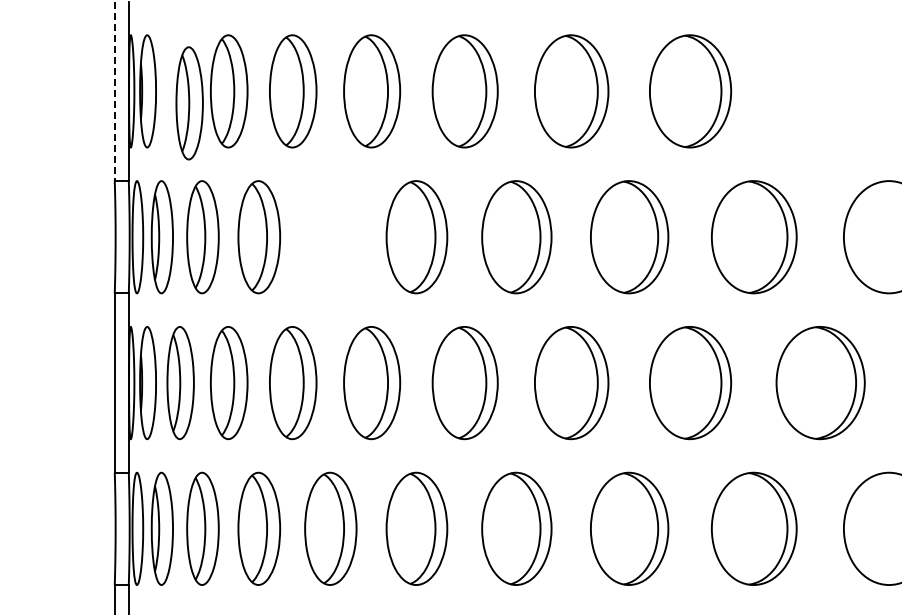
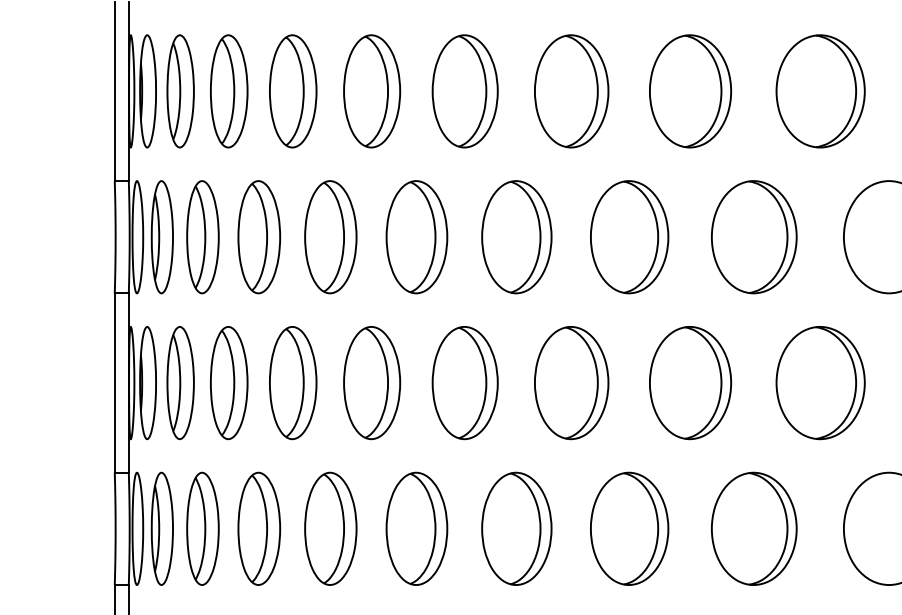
line at (114, 91): dashed -> solid
part at (820, 91): none -> present
part at (189, 103) position: (189, 103) -> (180, 91)
part at (330, 237): none -> present
